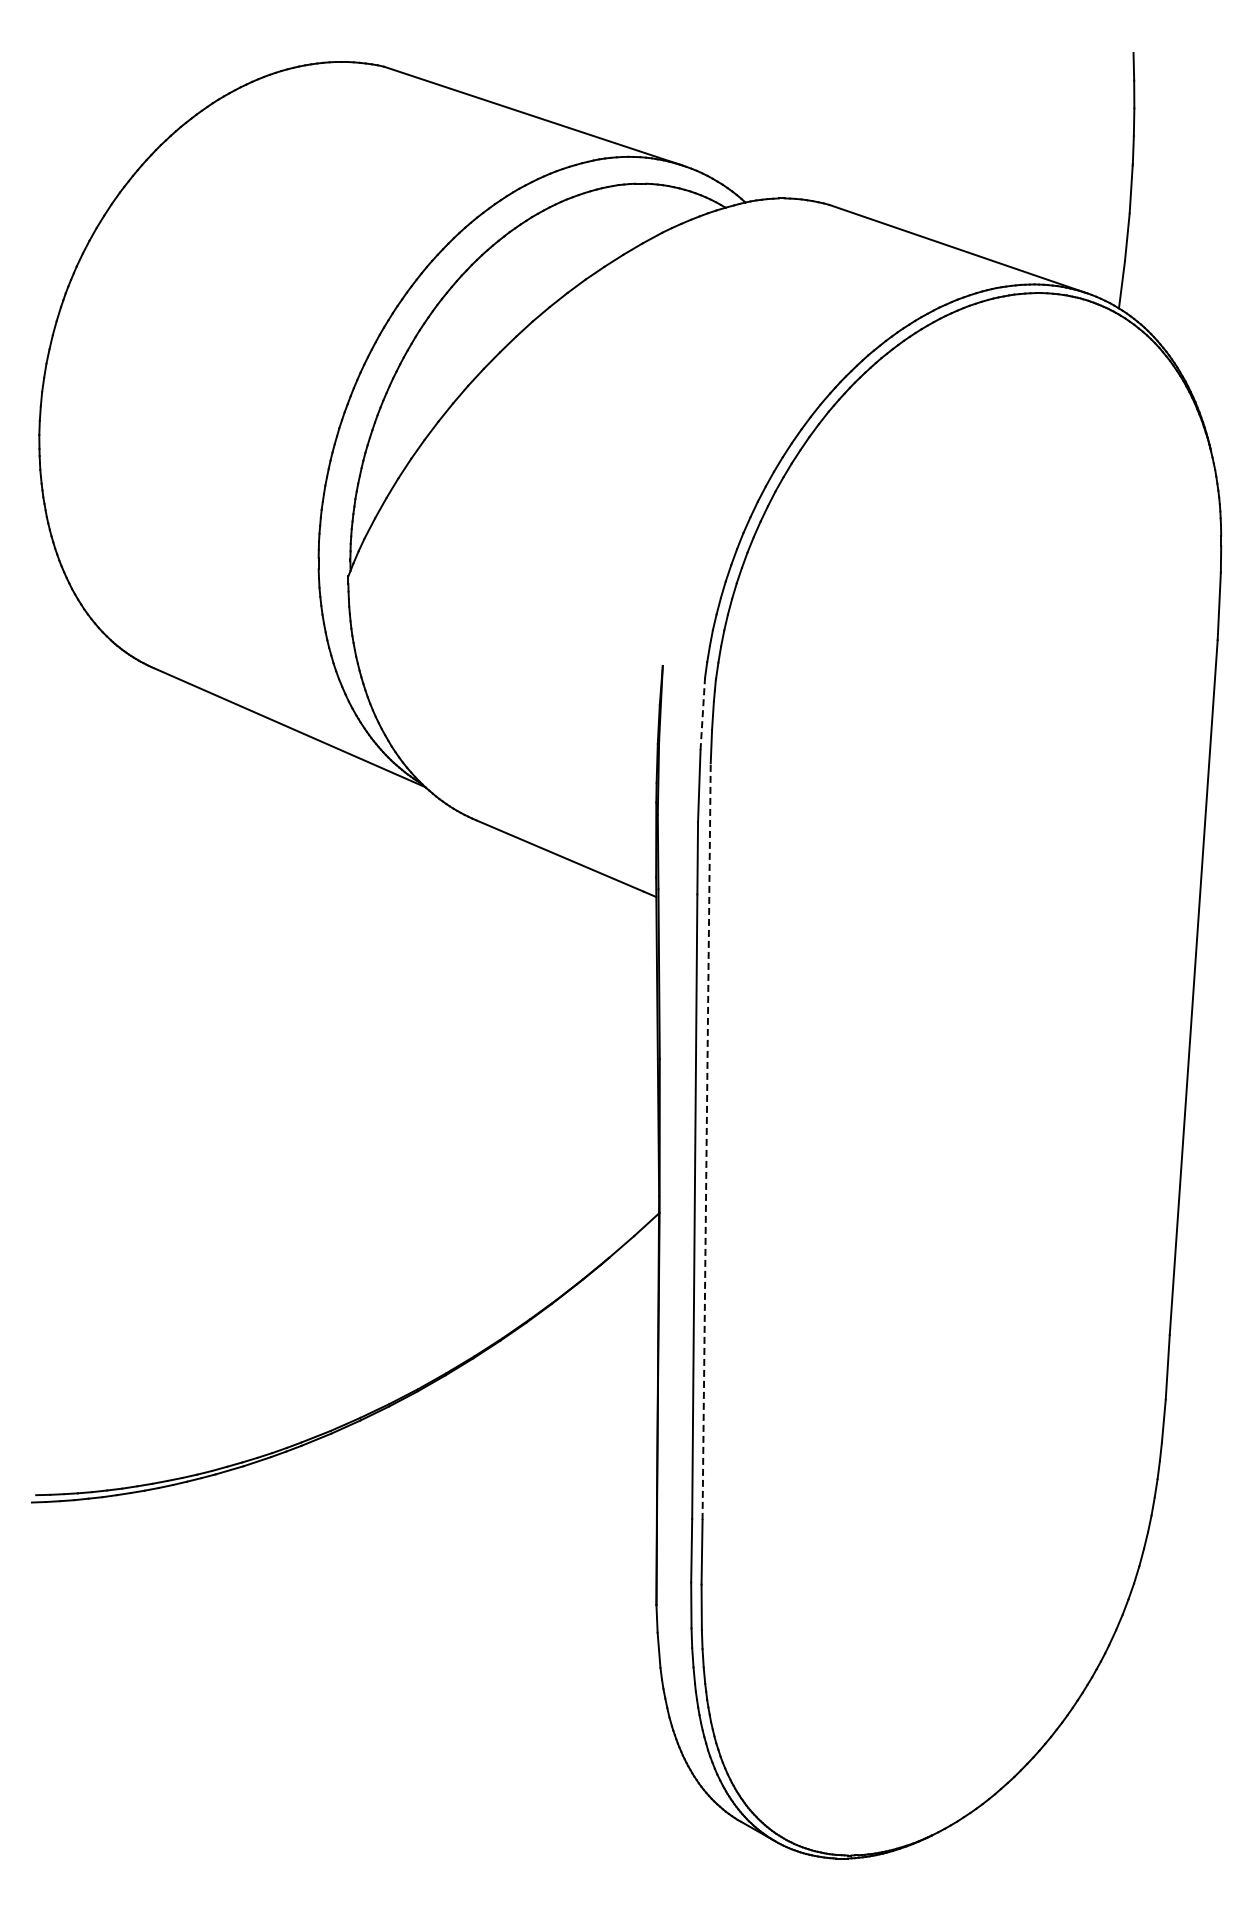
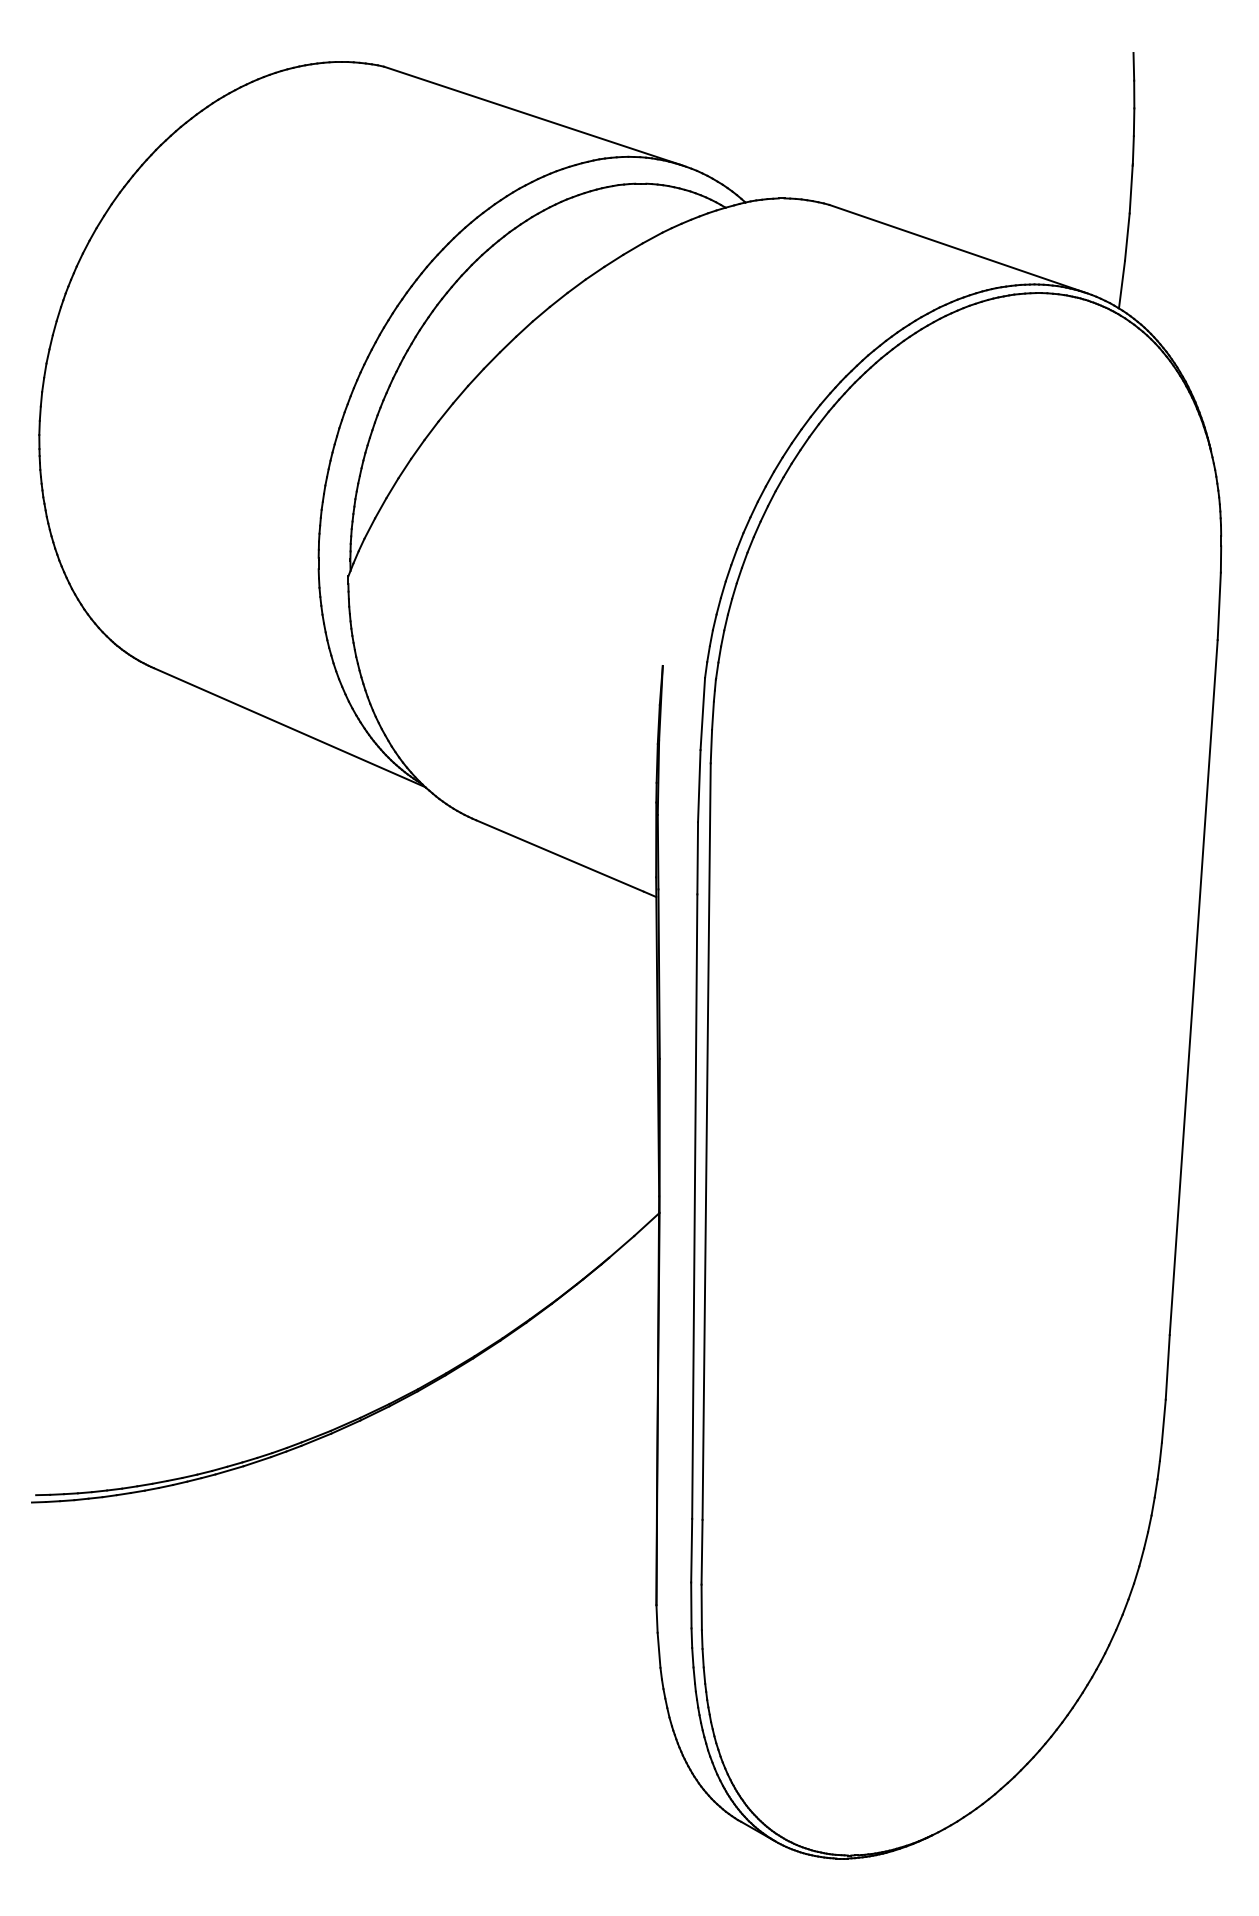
line at (702, 713): dashed -> solid
line at (706, 1141): dashed -> solid
